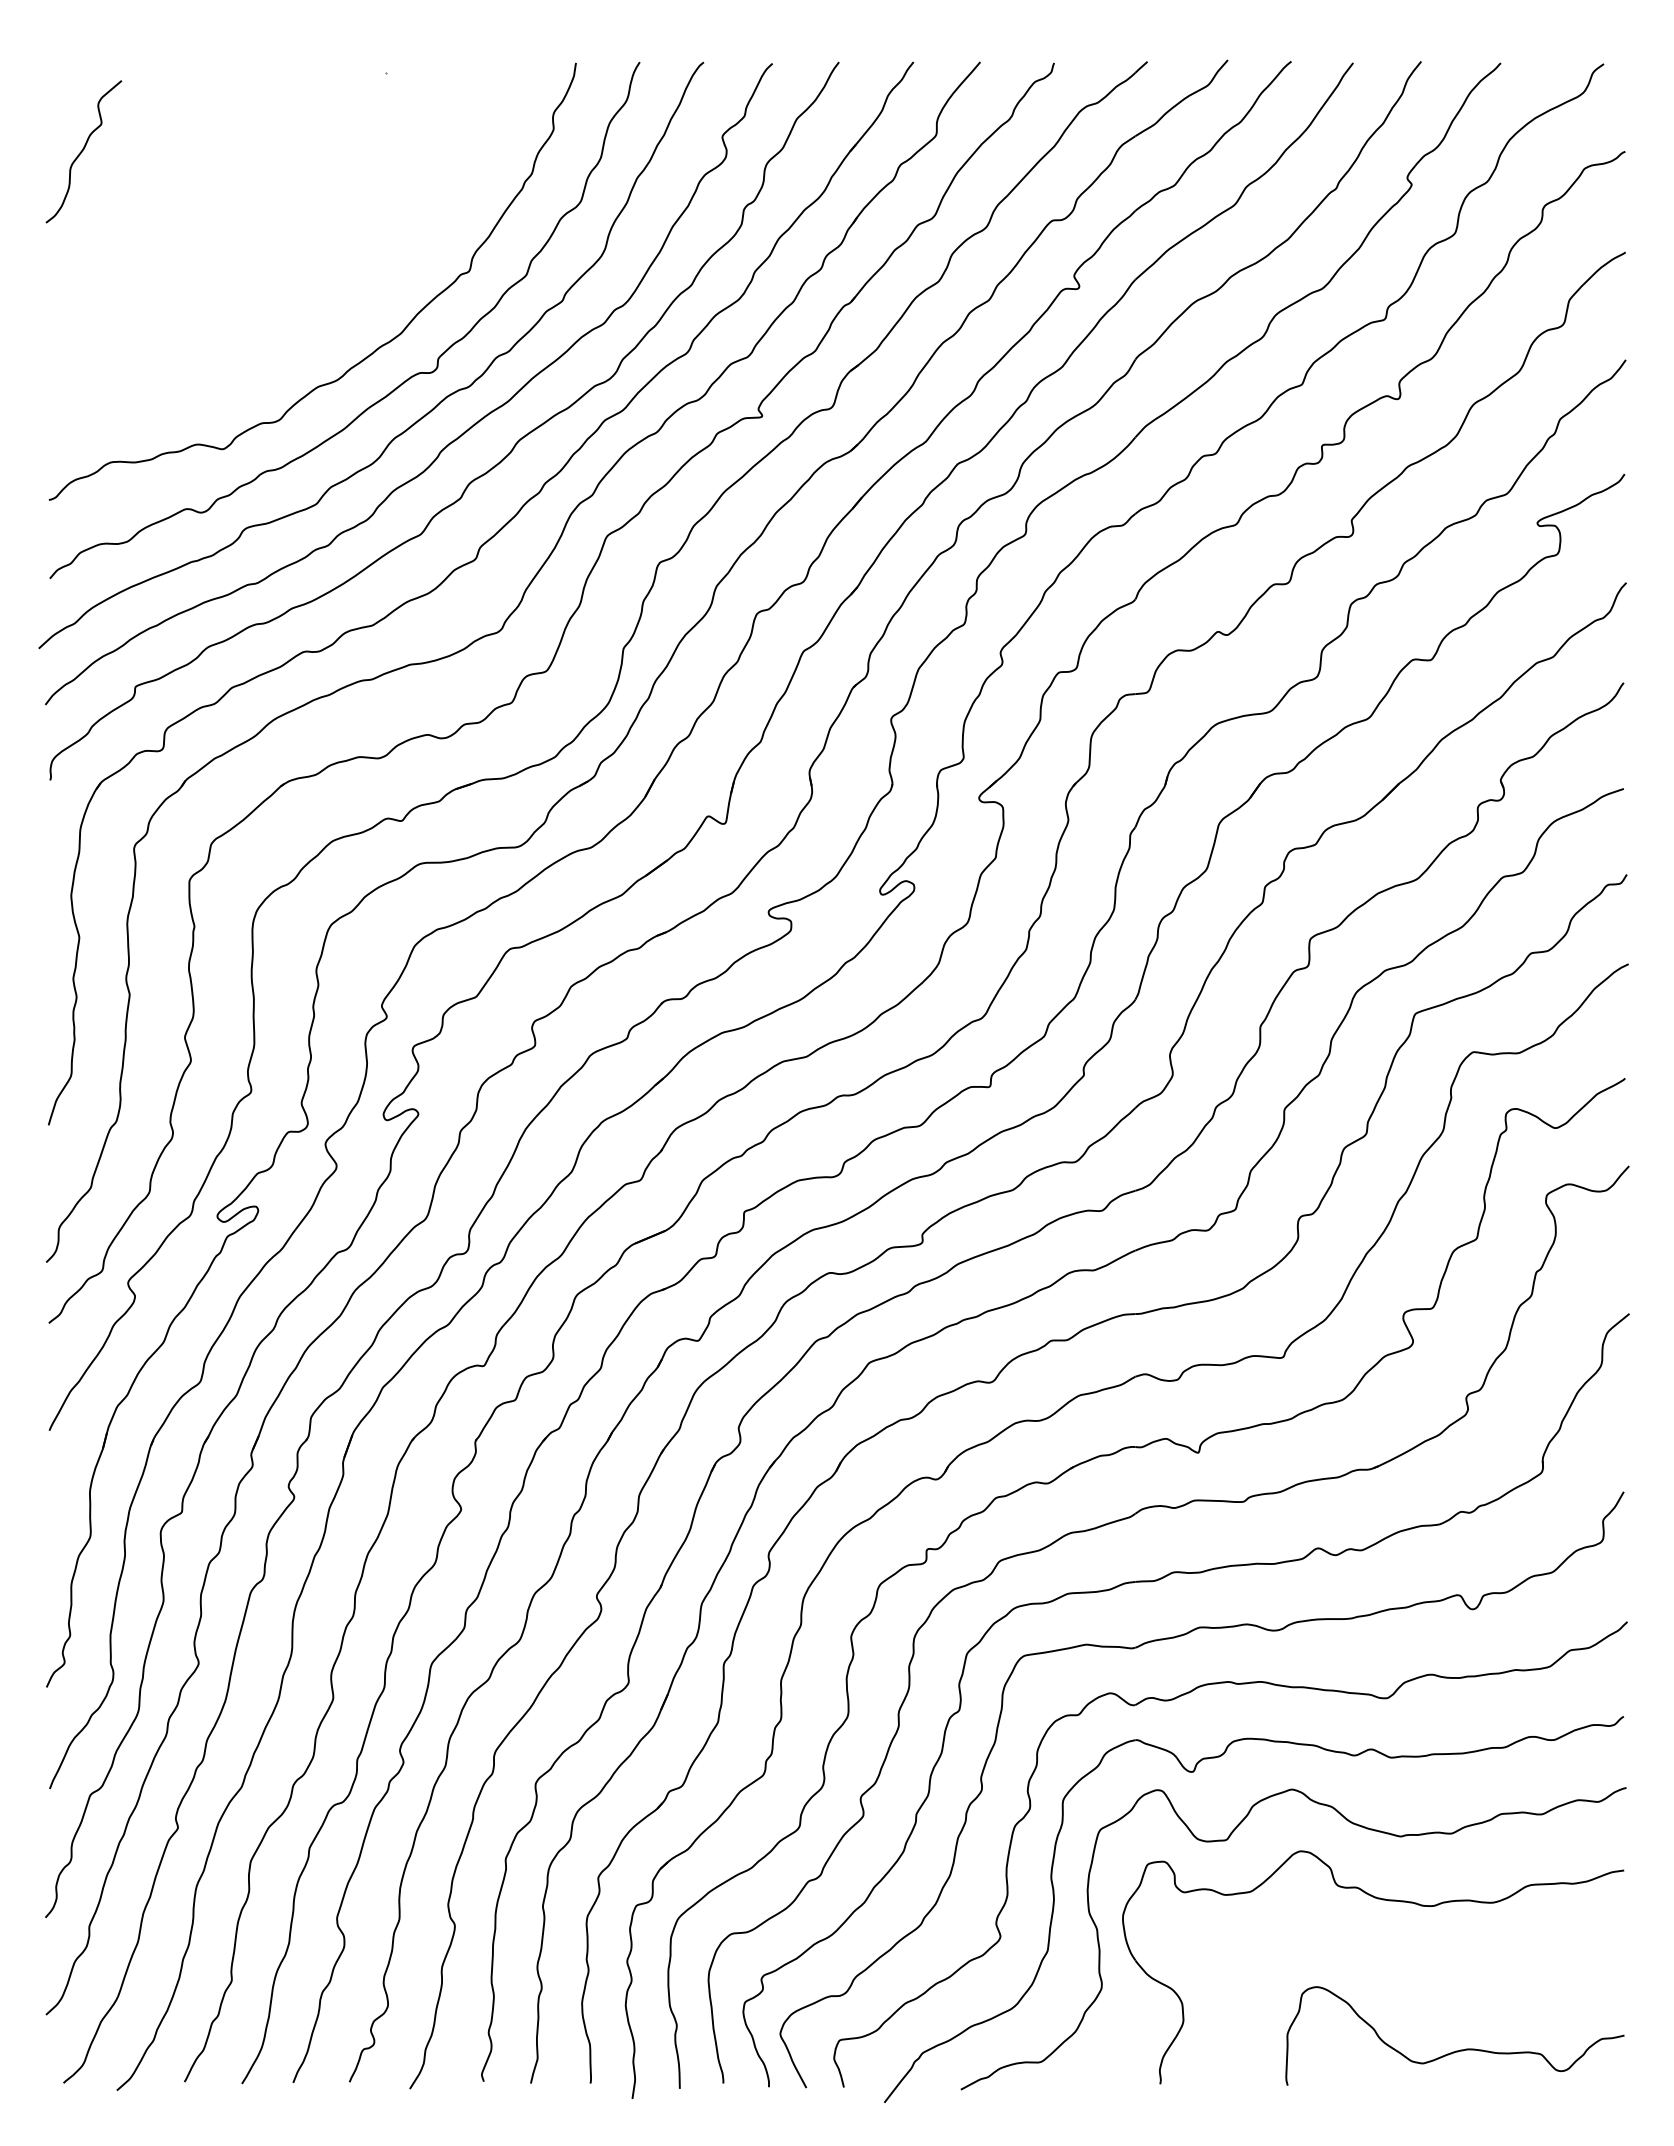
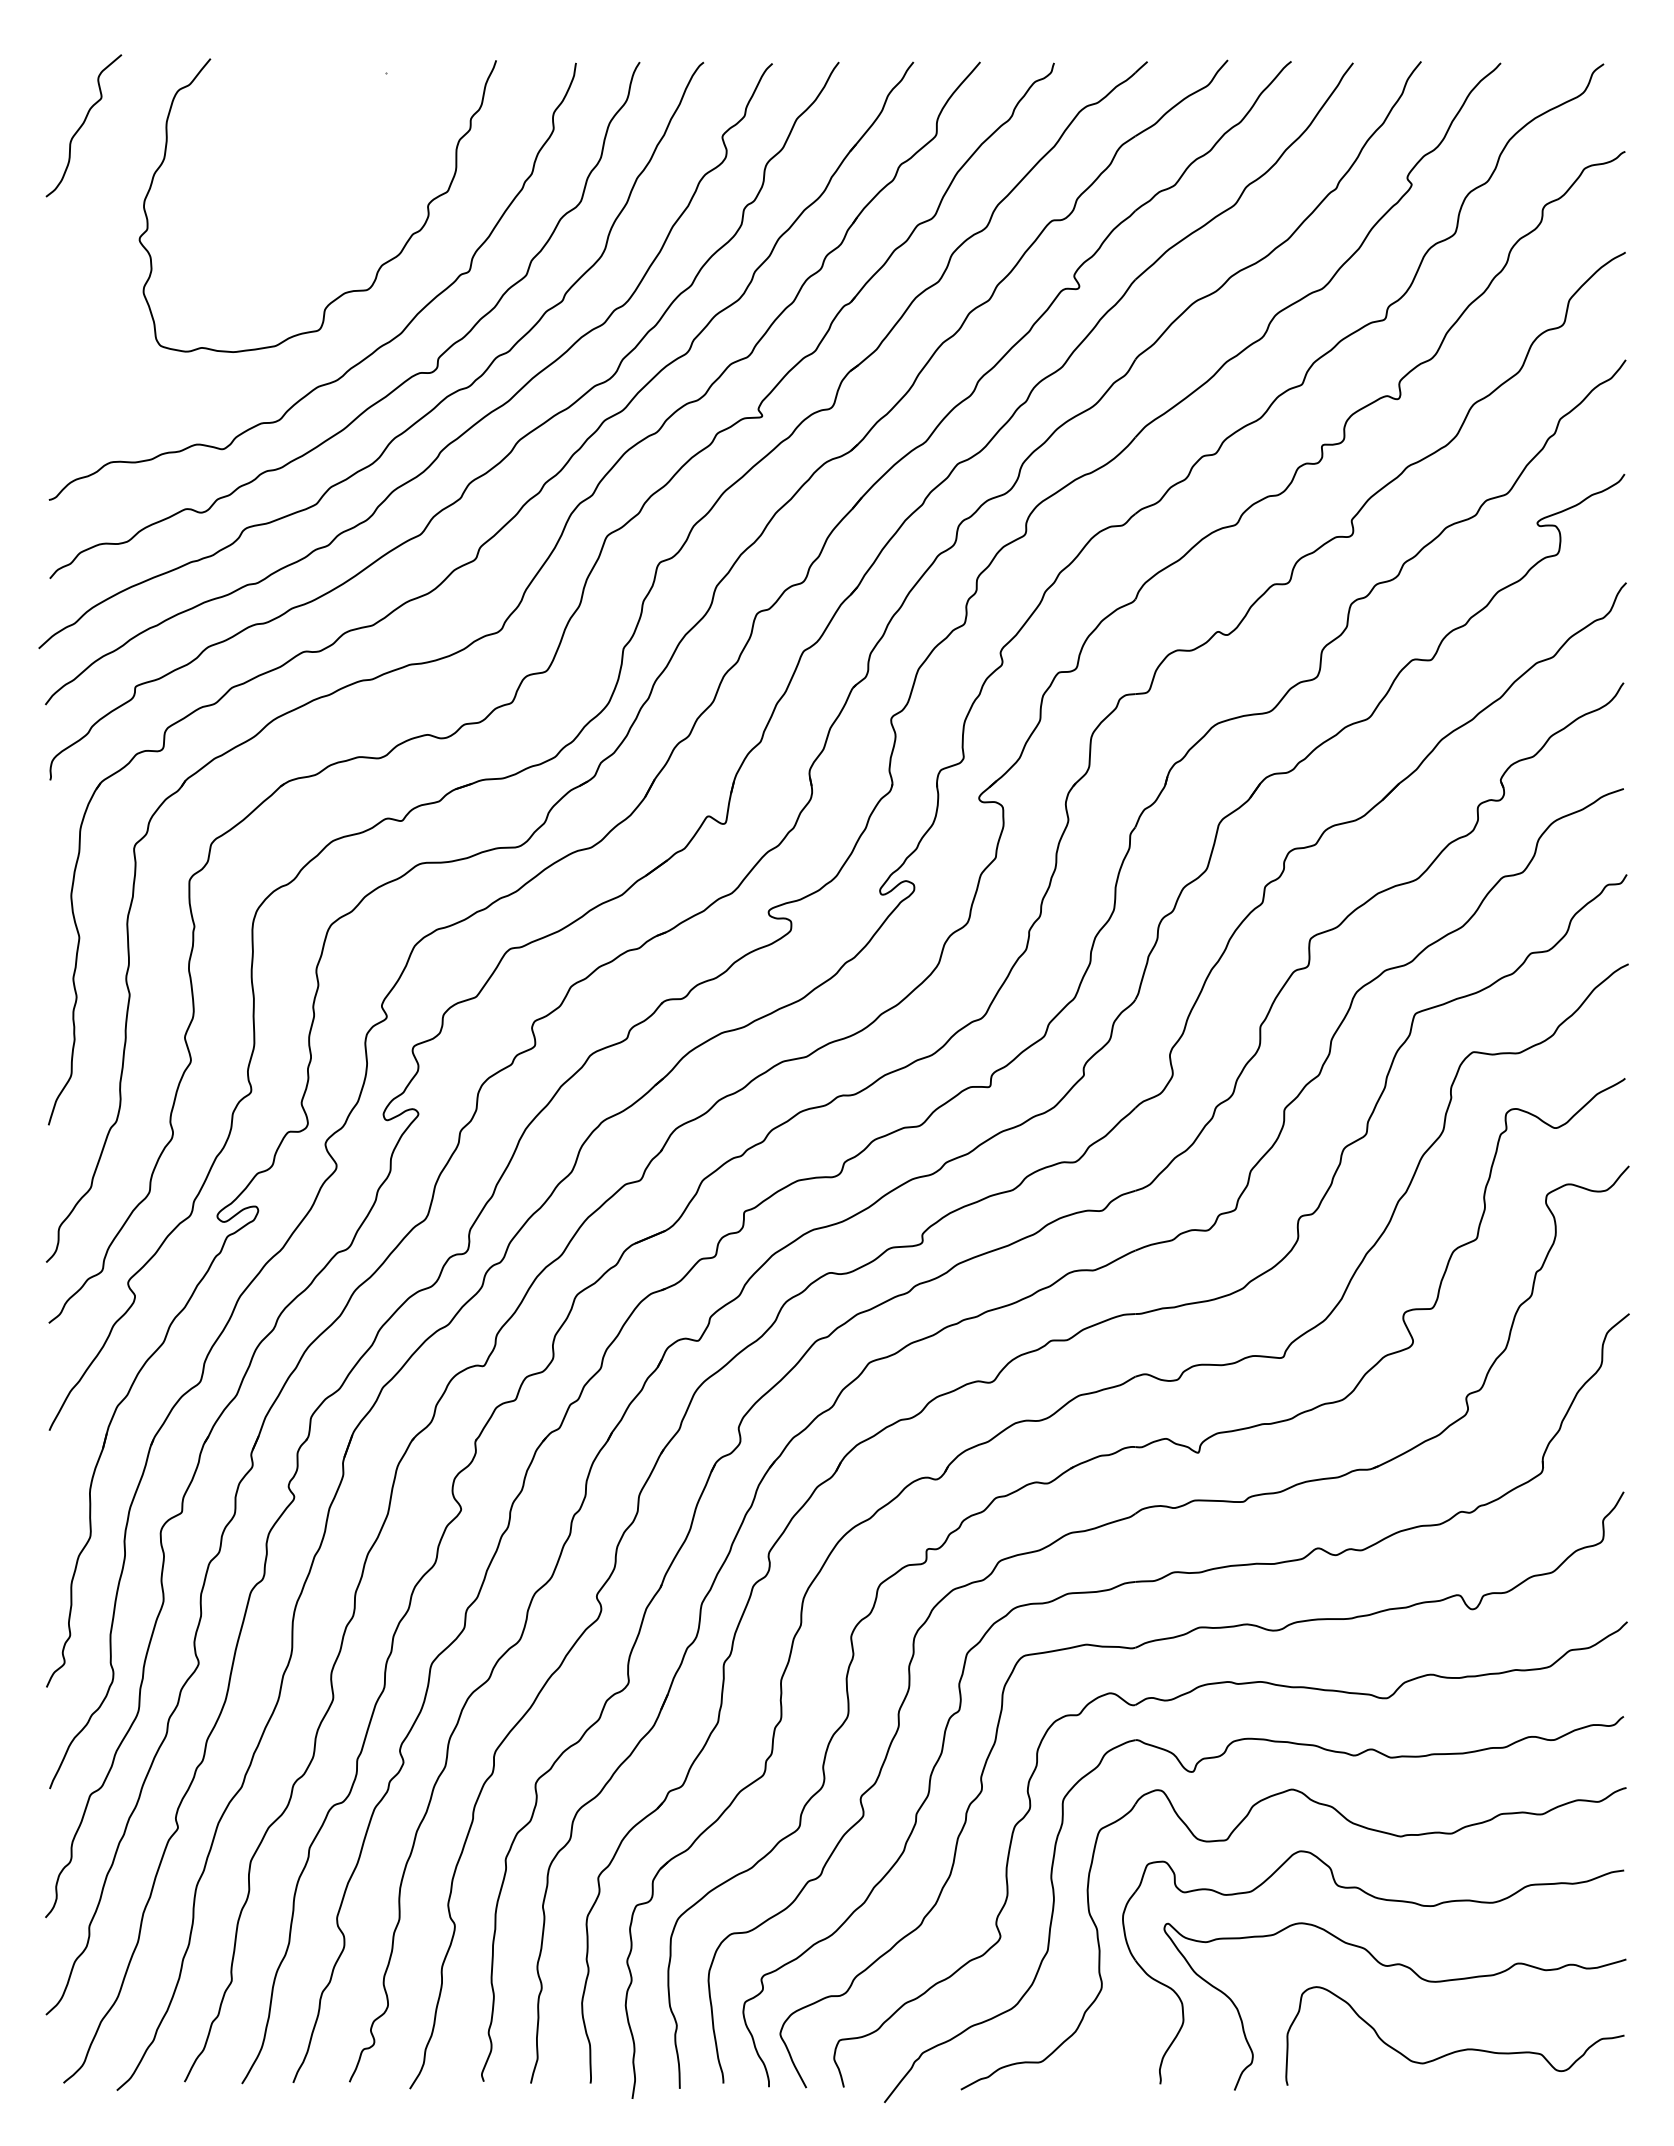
curve at (83, 150) position: (83, 150) -> (83, 124)
curve at (380, 265): none -> present
curve at (1419, 1978): none -> present
